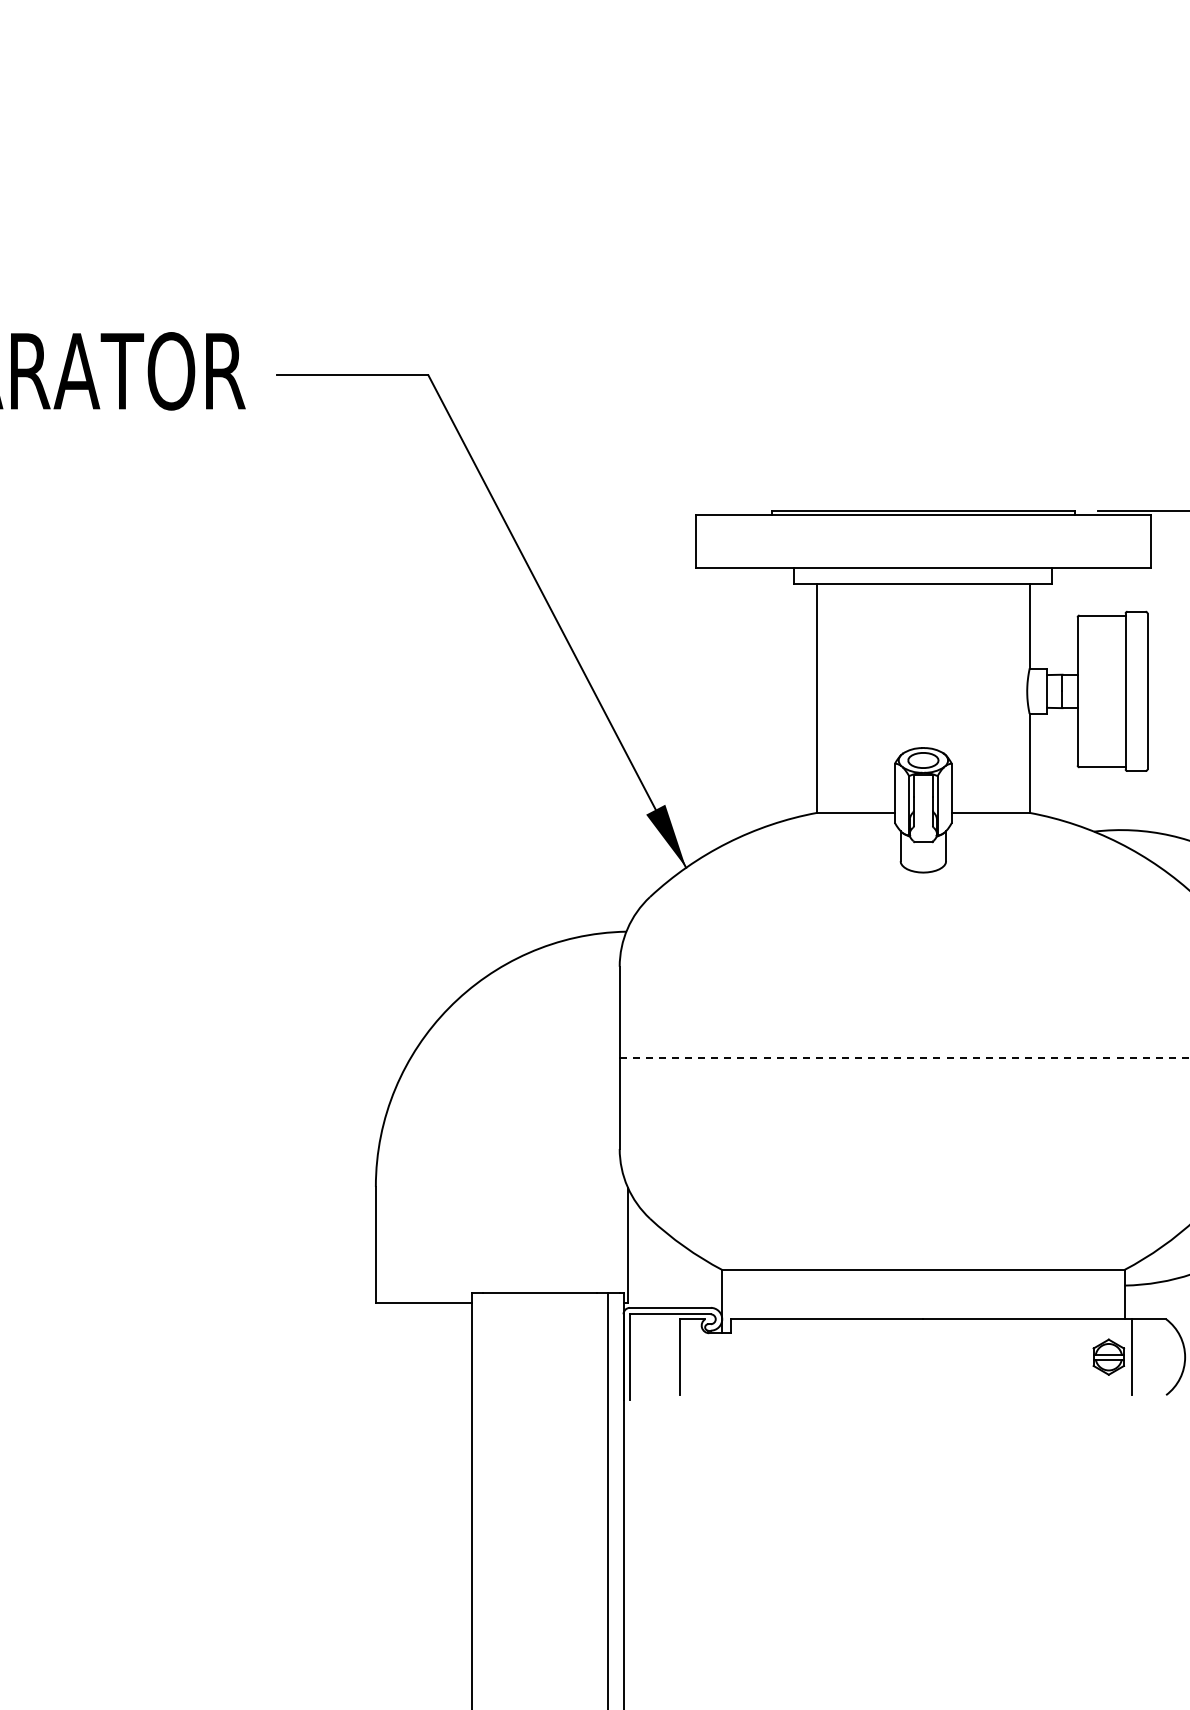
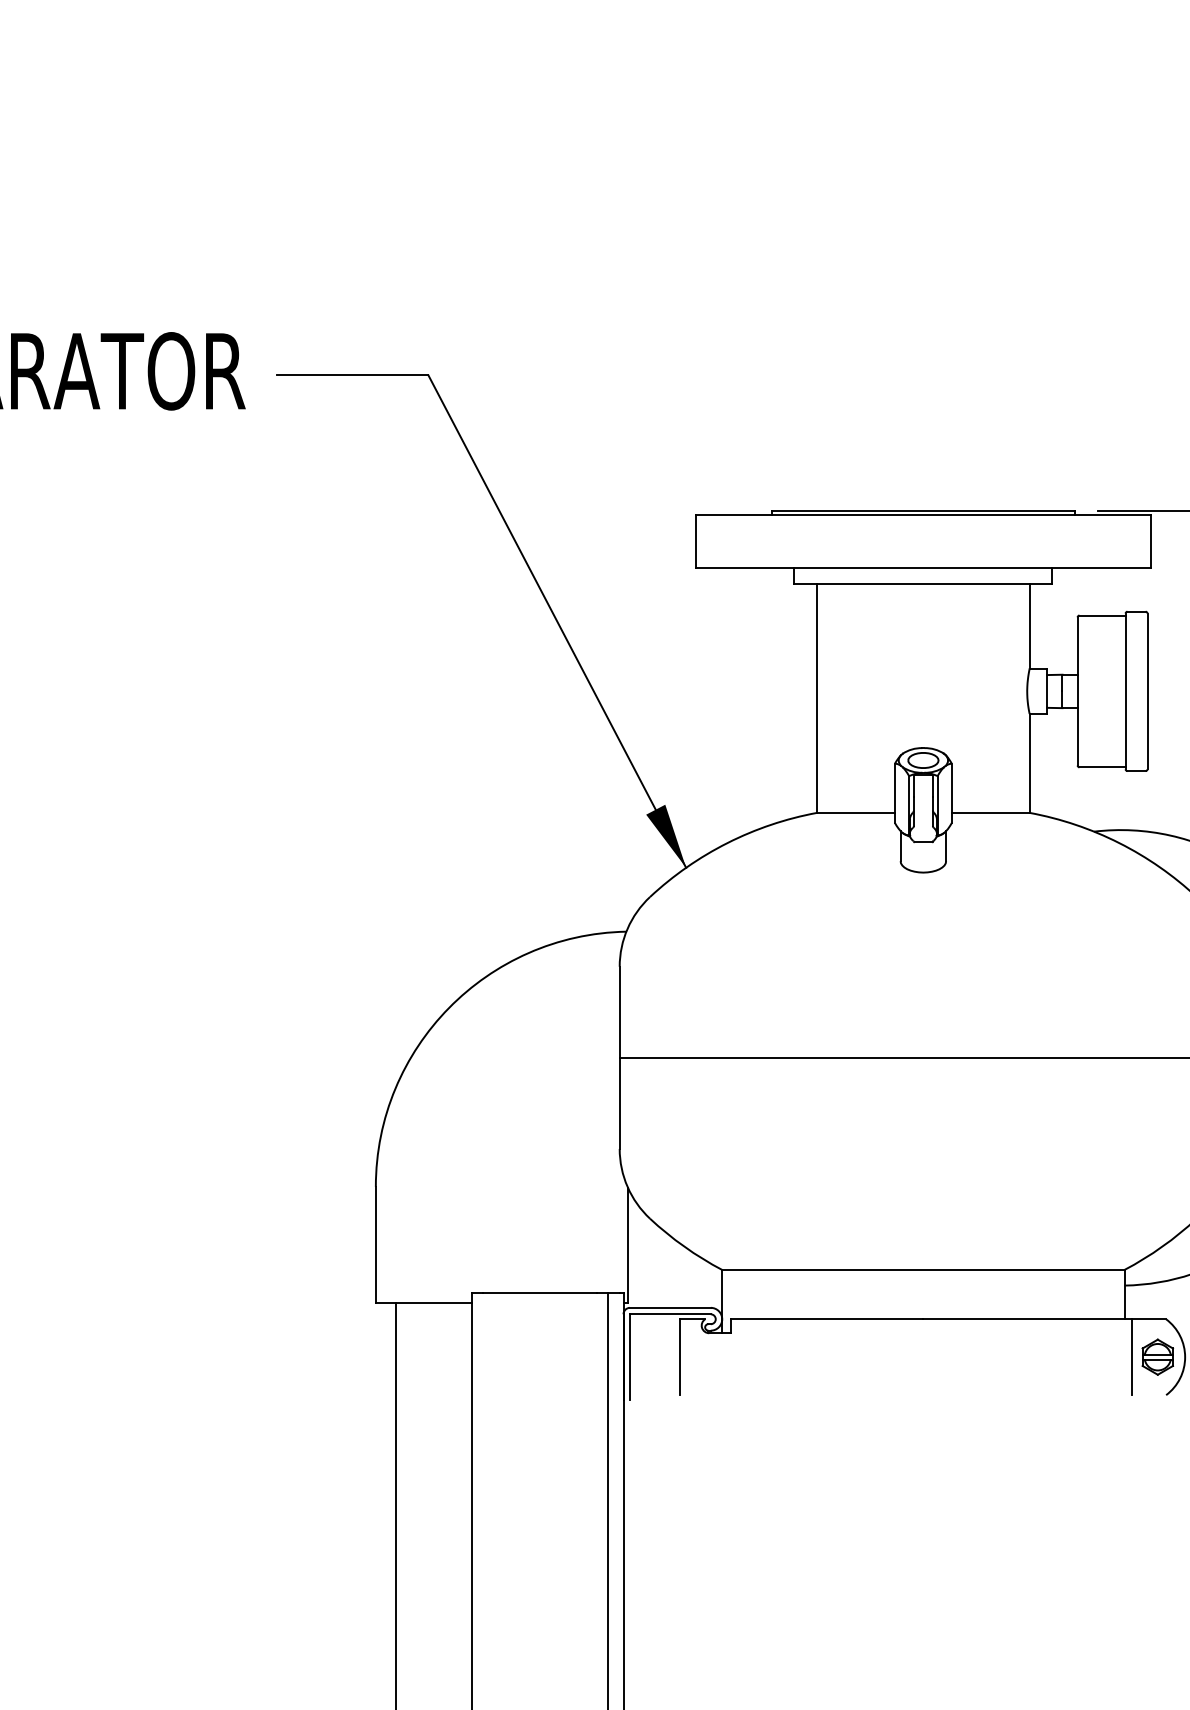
line at (904, 1057): dashed -> solid
part at (1108, 1356) position: (1108, 1356) -> (1157, 1356)
line at (395, 1504): none -> present
